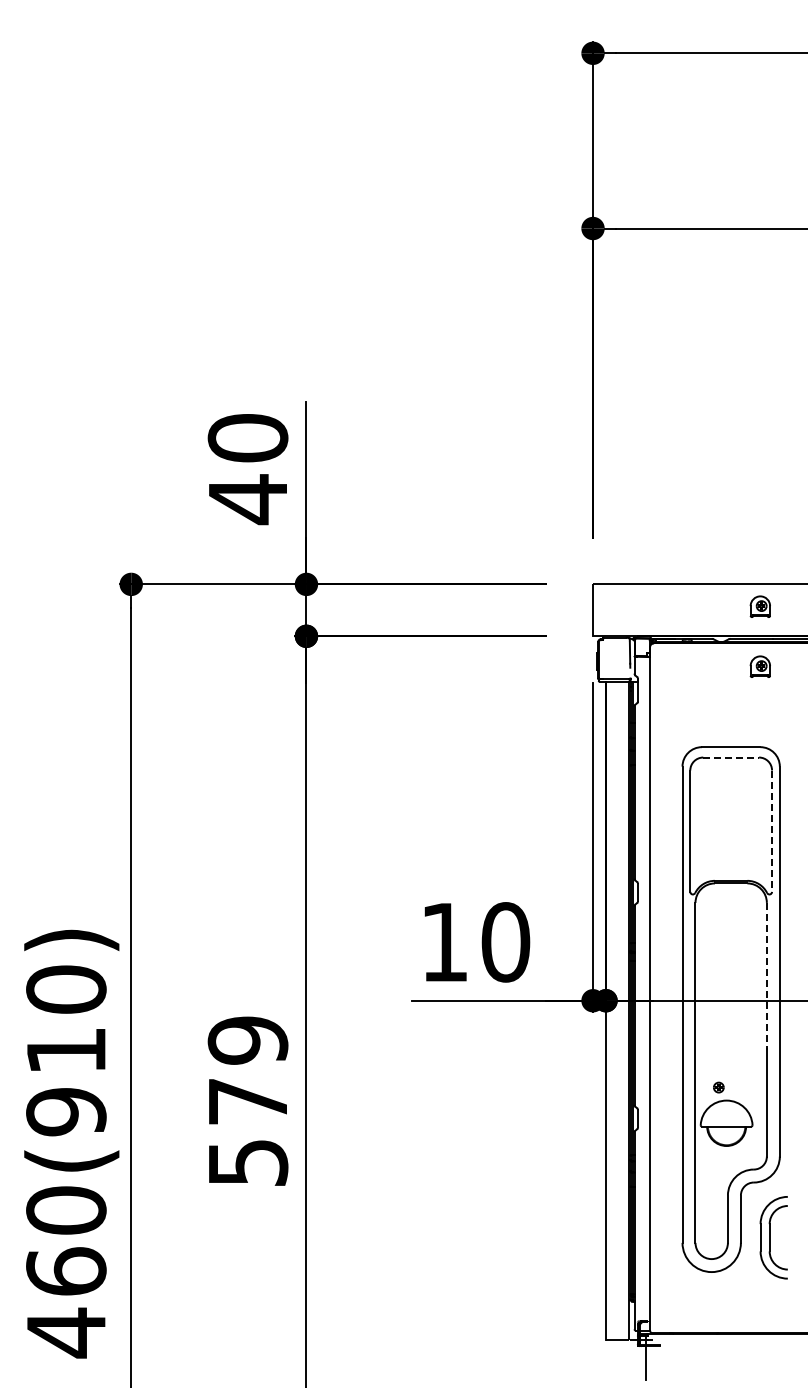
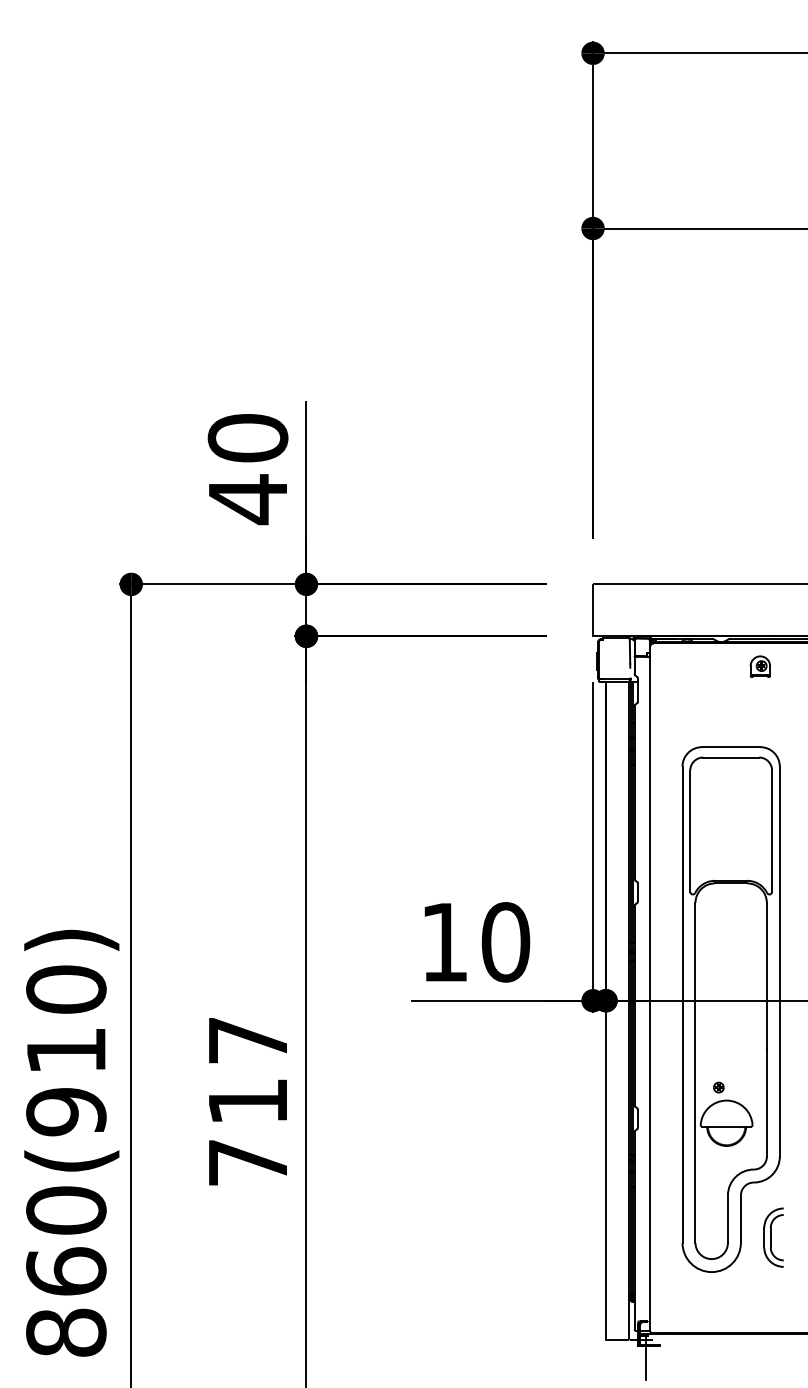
part at (759, 606): present -> none
line at (731, 757): dashed -> solid
line at (772, 831): dashed -> solid
line at (766, 976): dashed -> solid
text at (247, 1100): 579 -> 717
part at (773, 1237) size: 29x84 px -> 21x61 px
text at (66, 1332): 460(910) -> 860(910)
